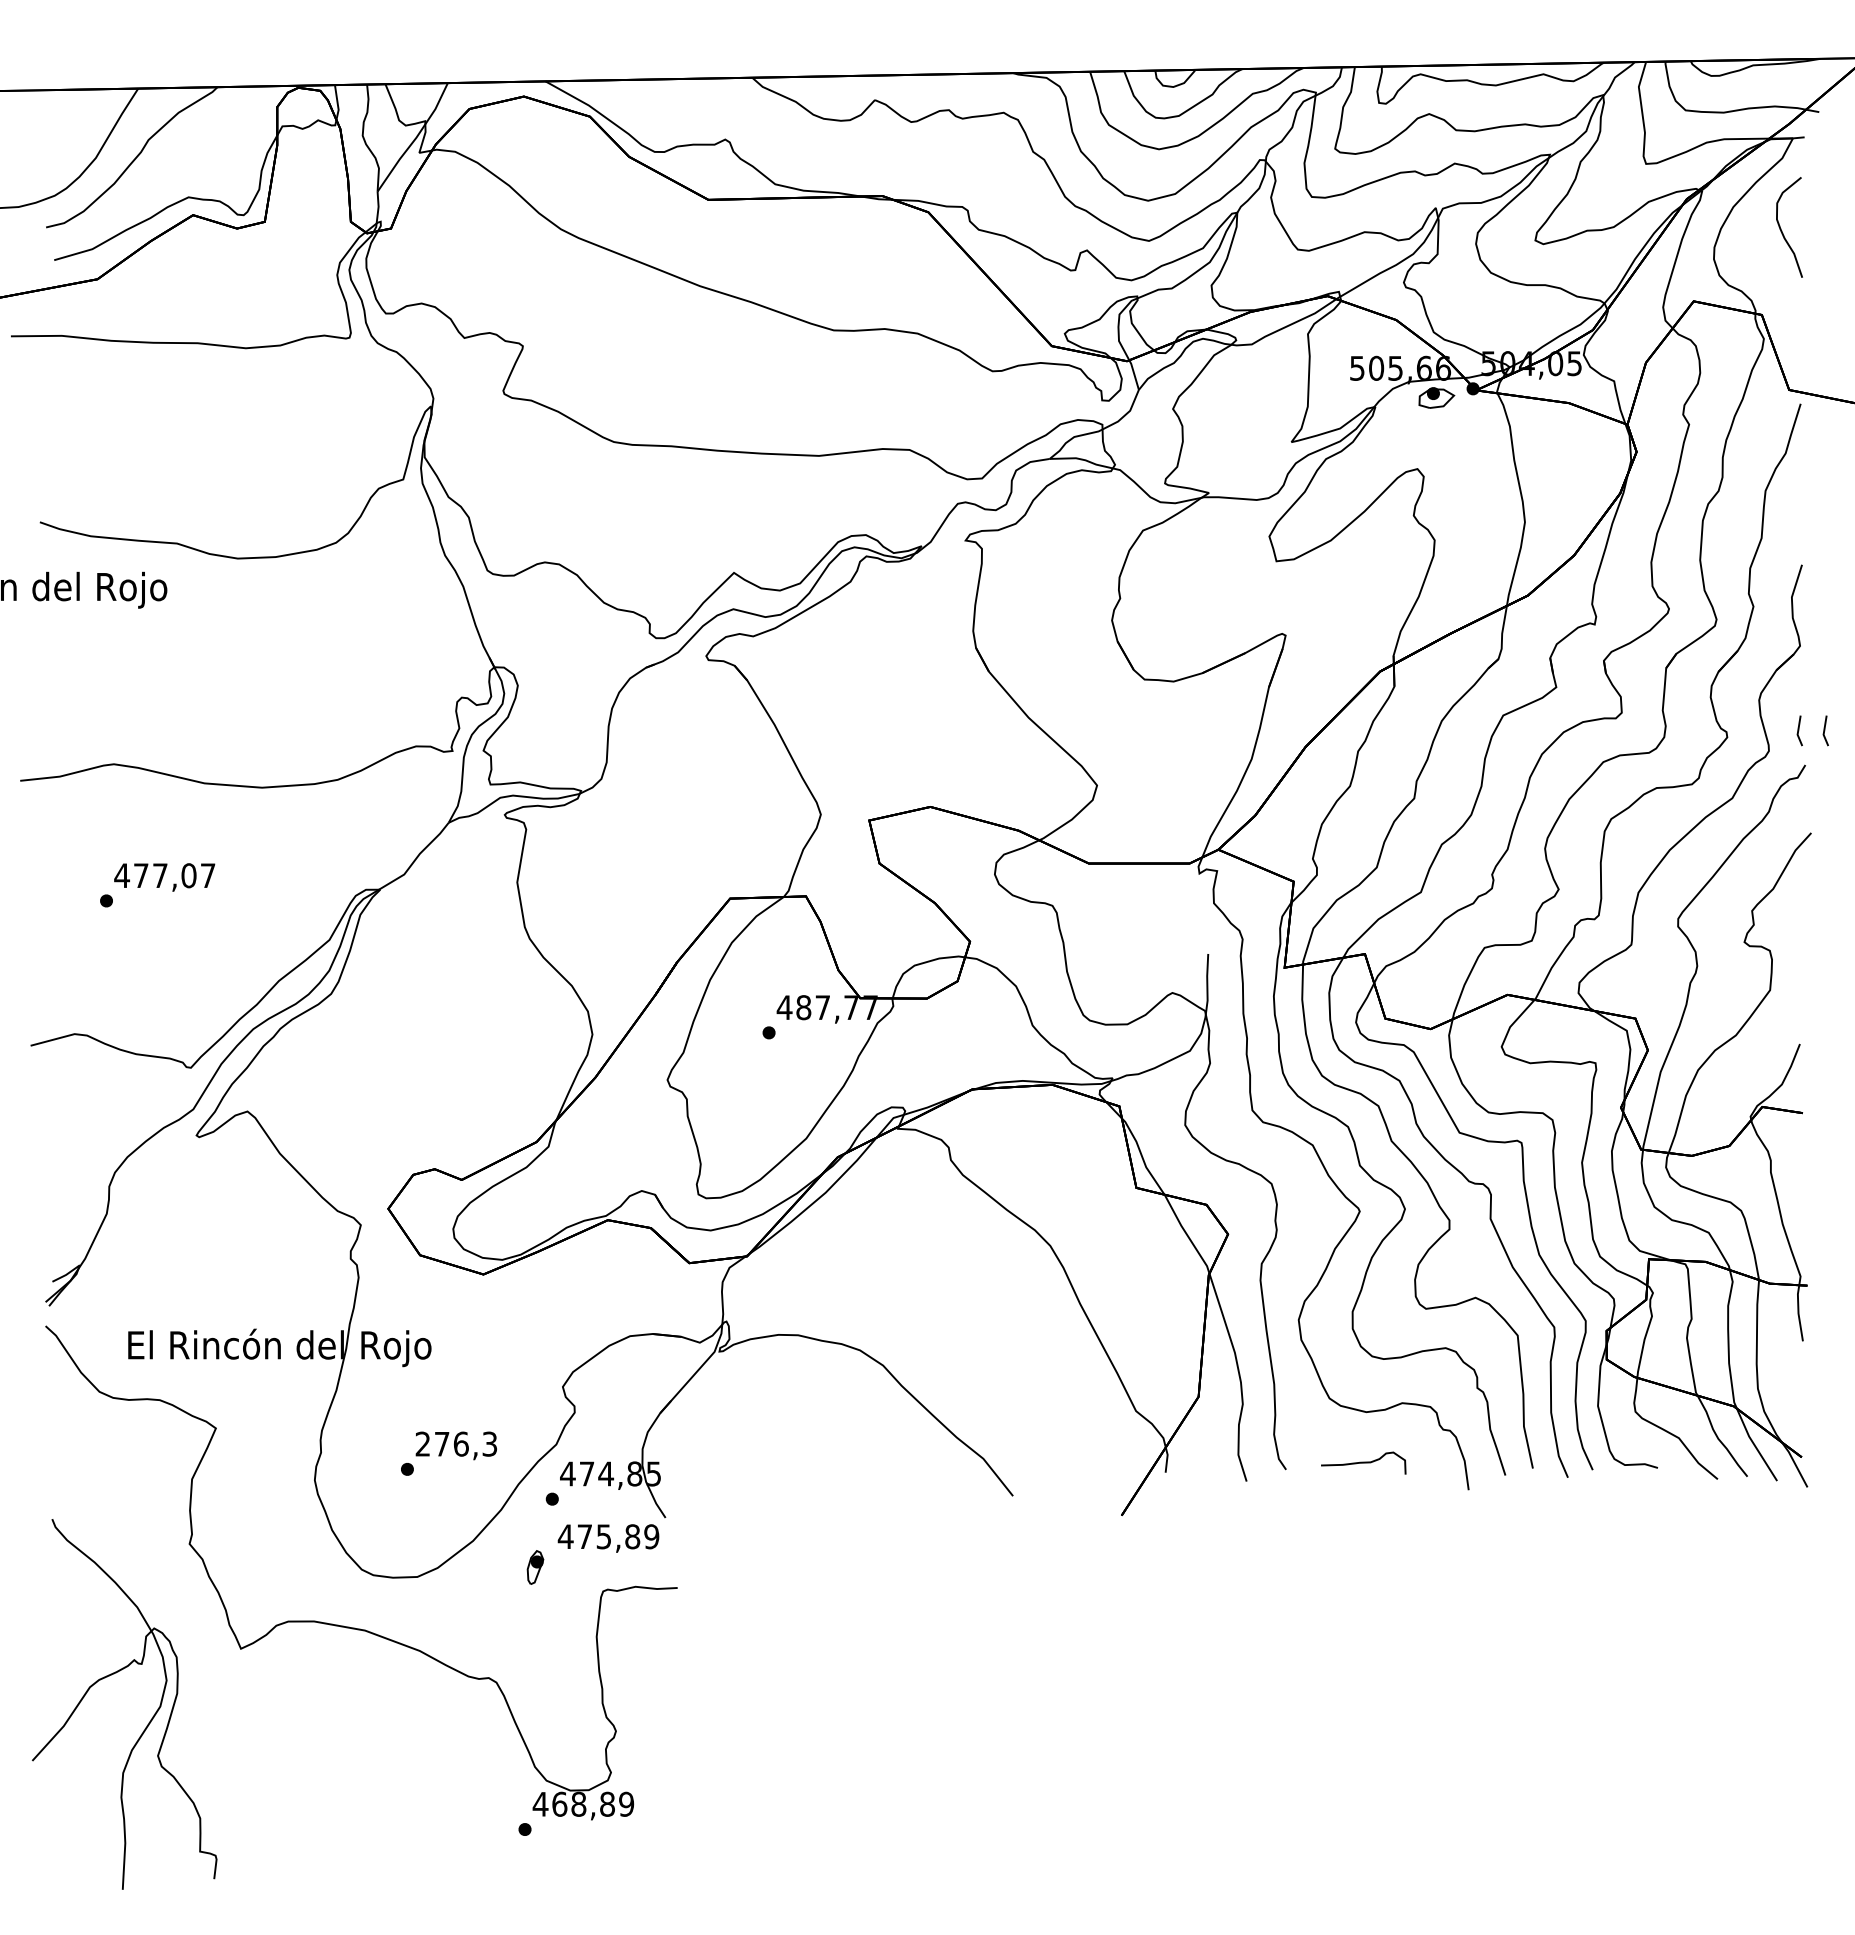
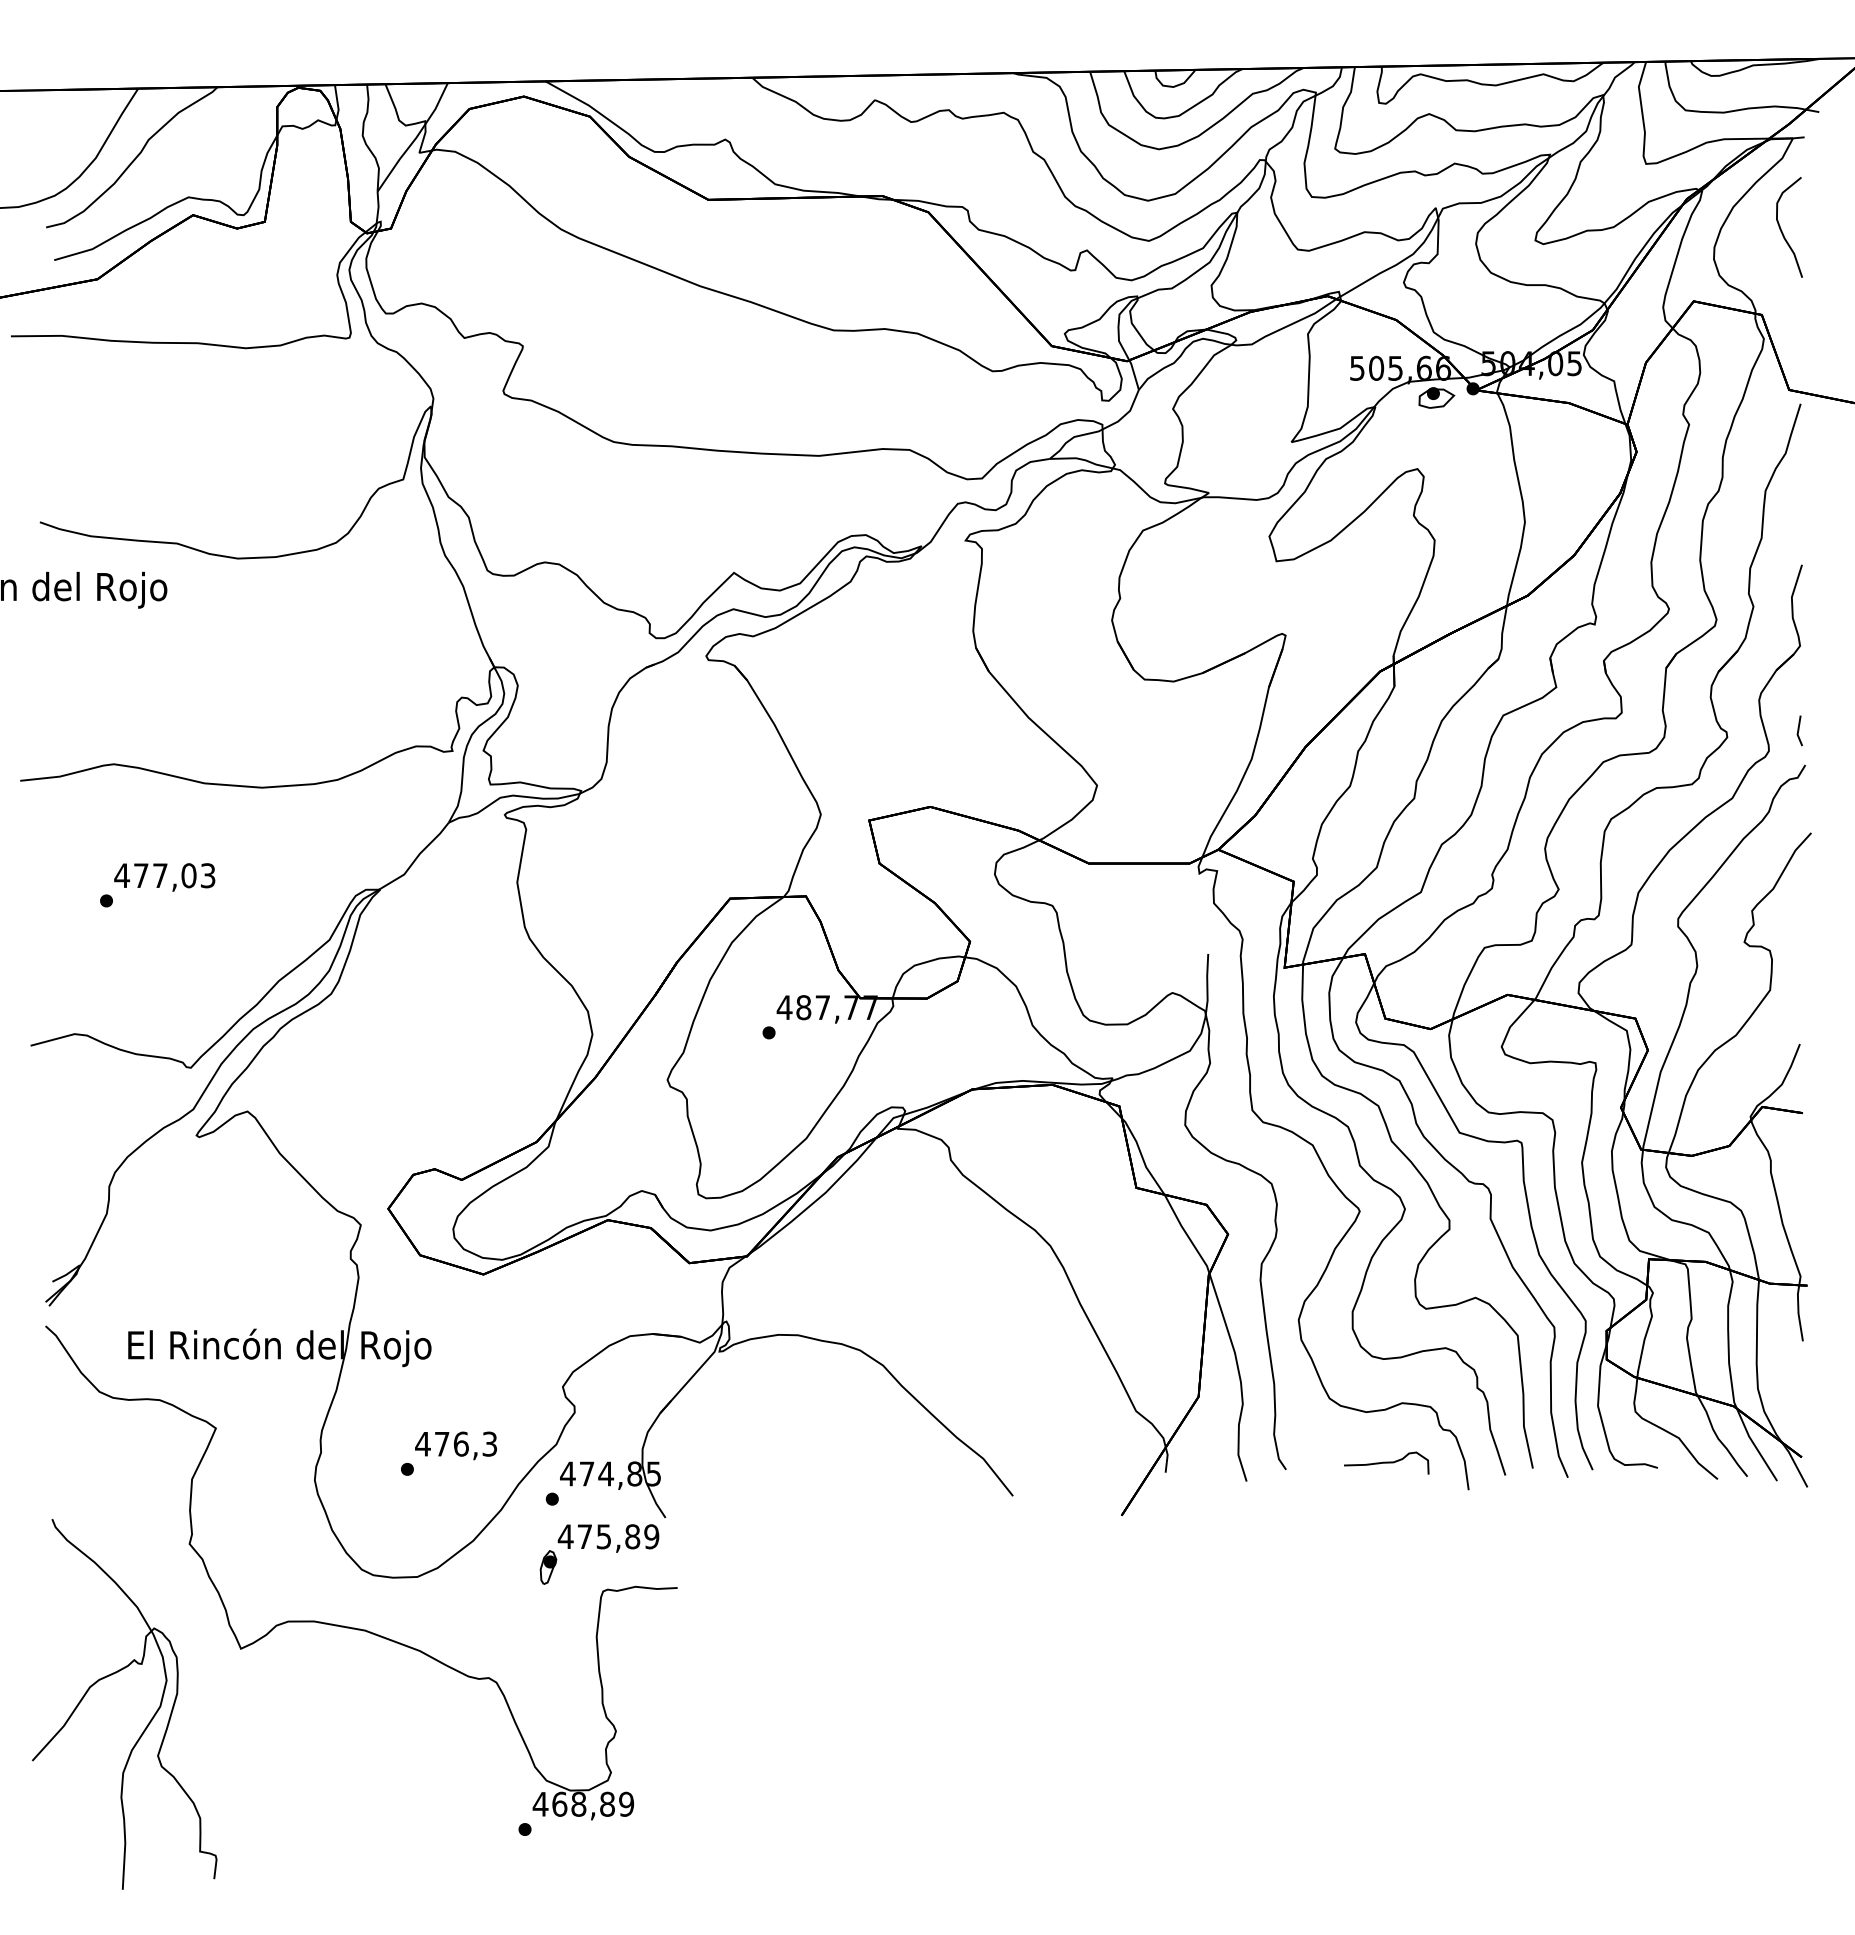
line at (1825, 730): present -> none
text at (208, 875): 477,07 -> 477,03
text at (422, 1443): 276,3 -> 476,3
curve at (1363, 1462) position: (1363, 1462) -> (1386, 1462)
part at (535, 1567) position: (535, 1567) -> (548, 1567)
